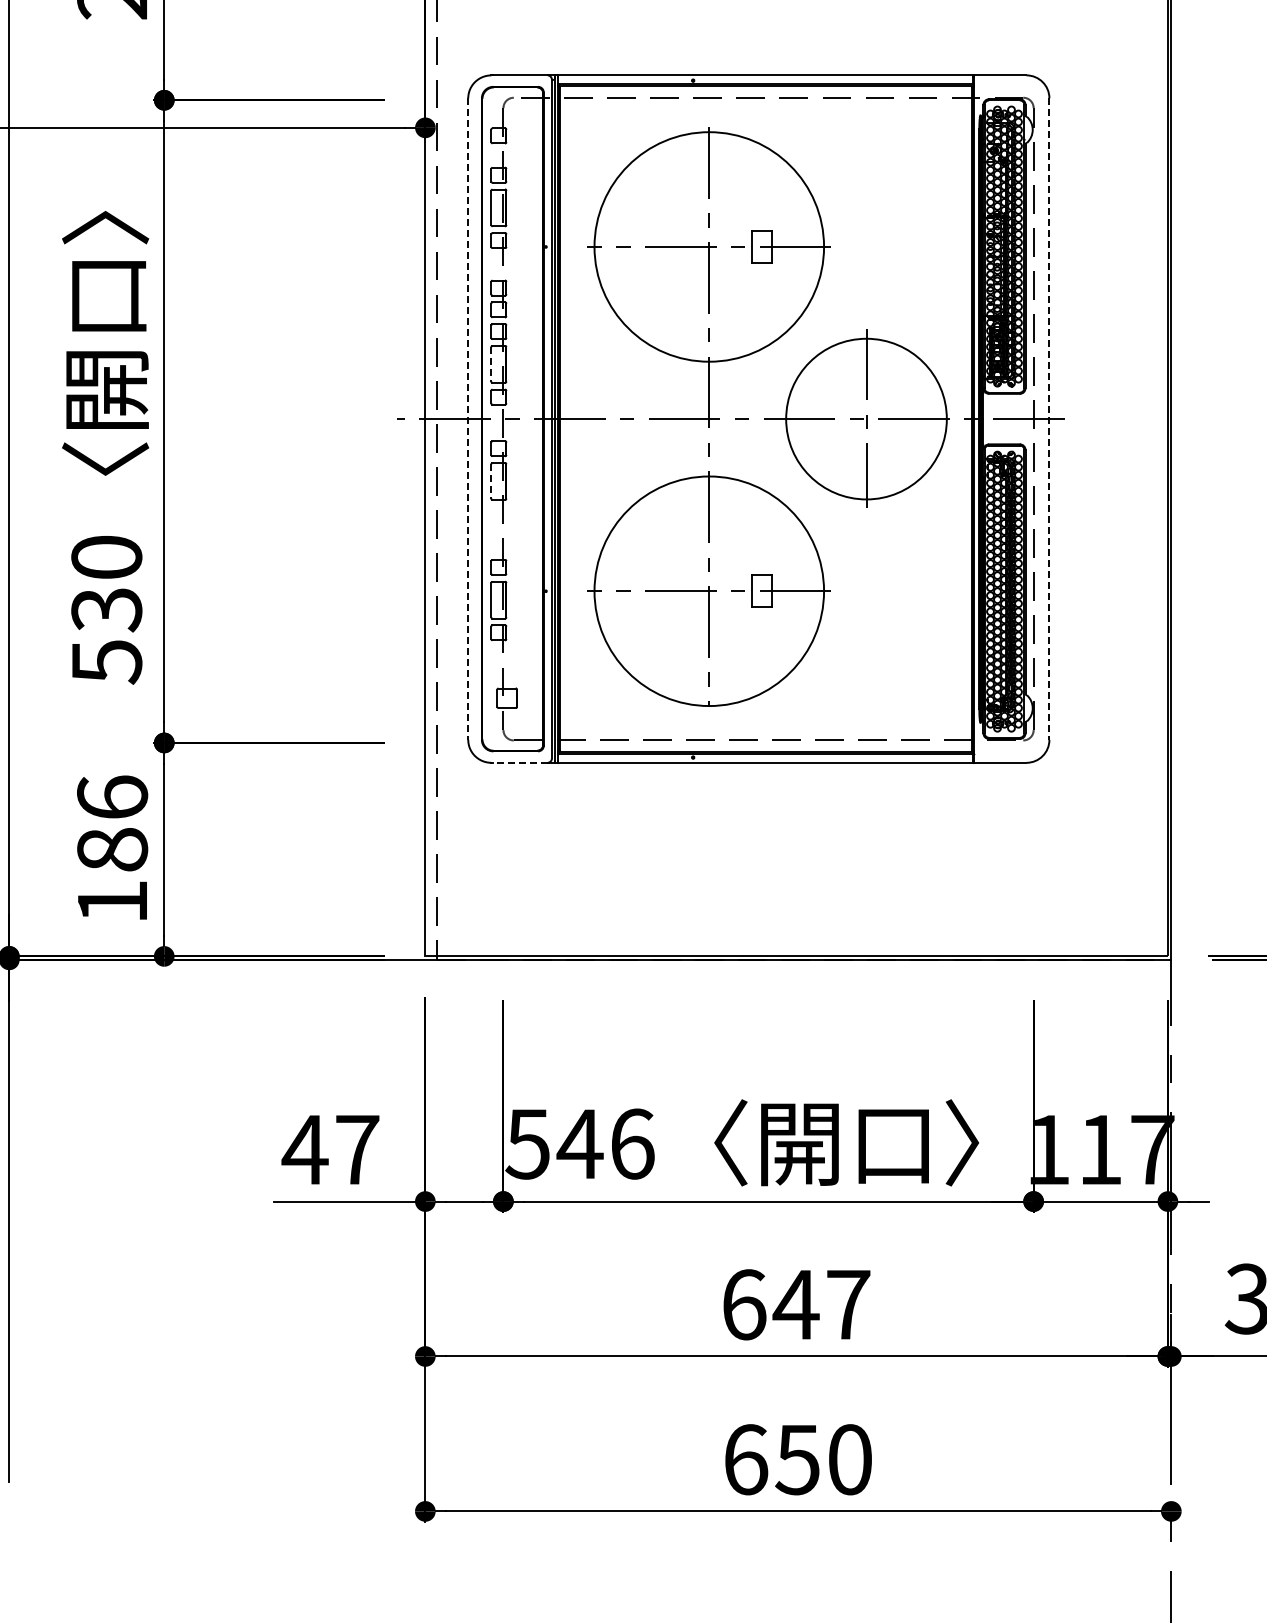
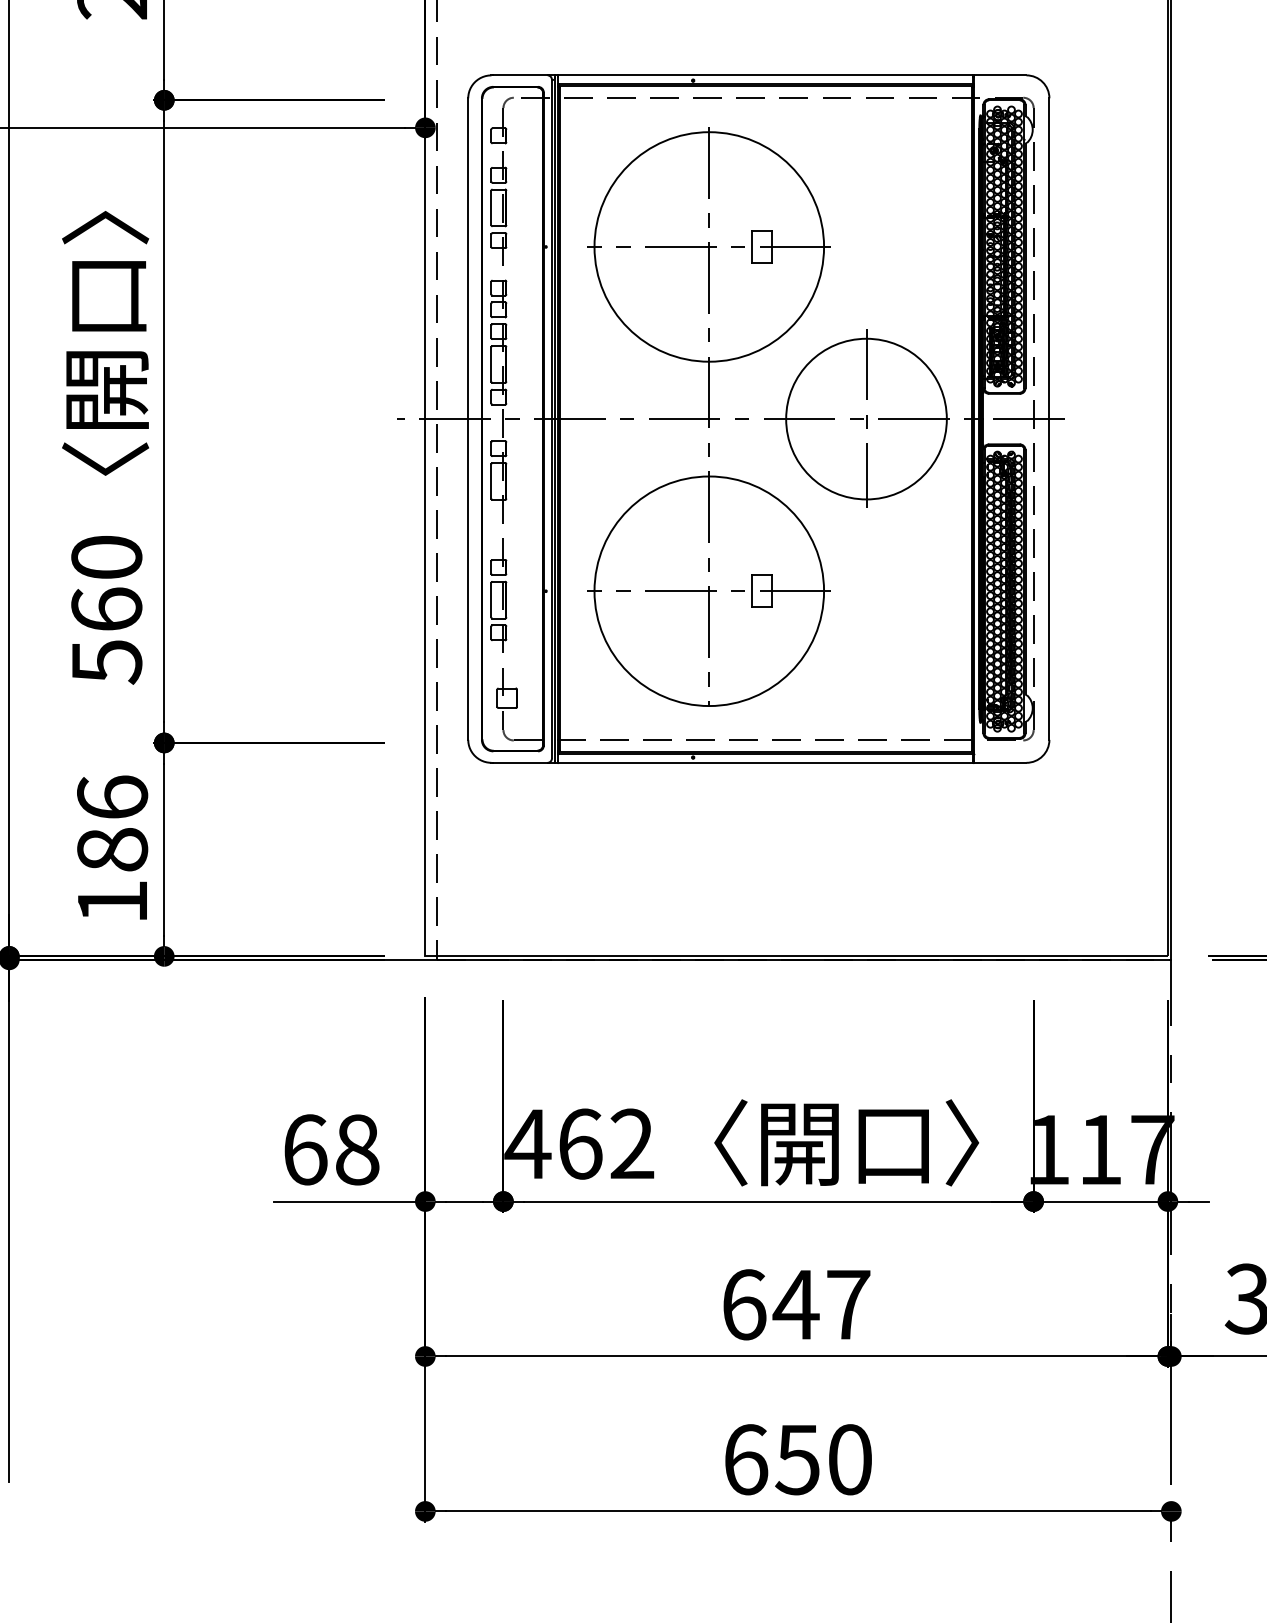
line at (491, 364): dashed -> solid
line at (468, 419): dashed -> solid
line at (1049, 419): dashed -> solid
line at (491, 481): dashed -> solid
text at (106, 609): 530 -> 560
line at (519, 762): dashed -> solid
text at (579, 1143): 546 -> 462
text at (330, 1149): 47 -> 68
